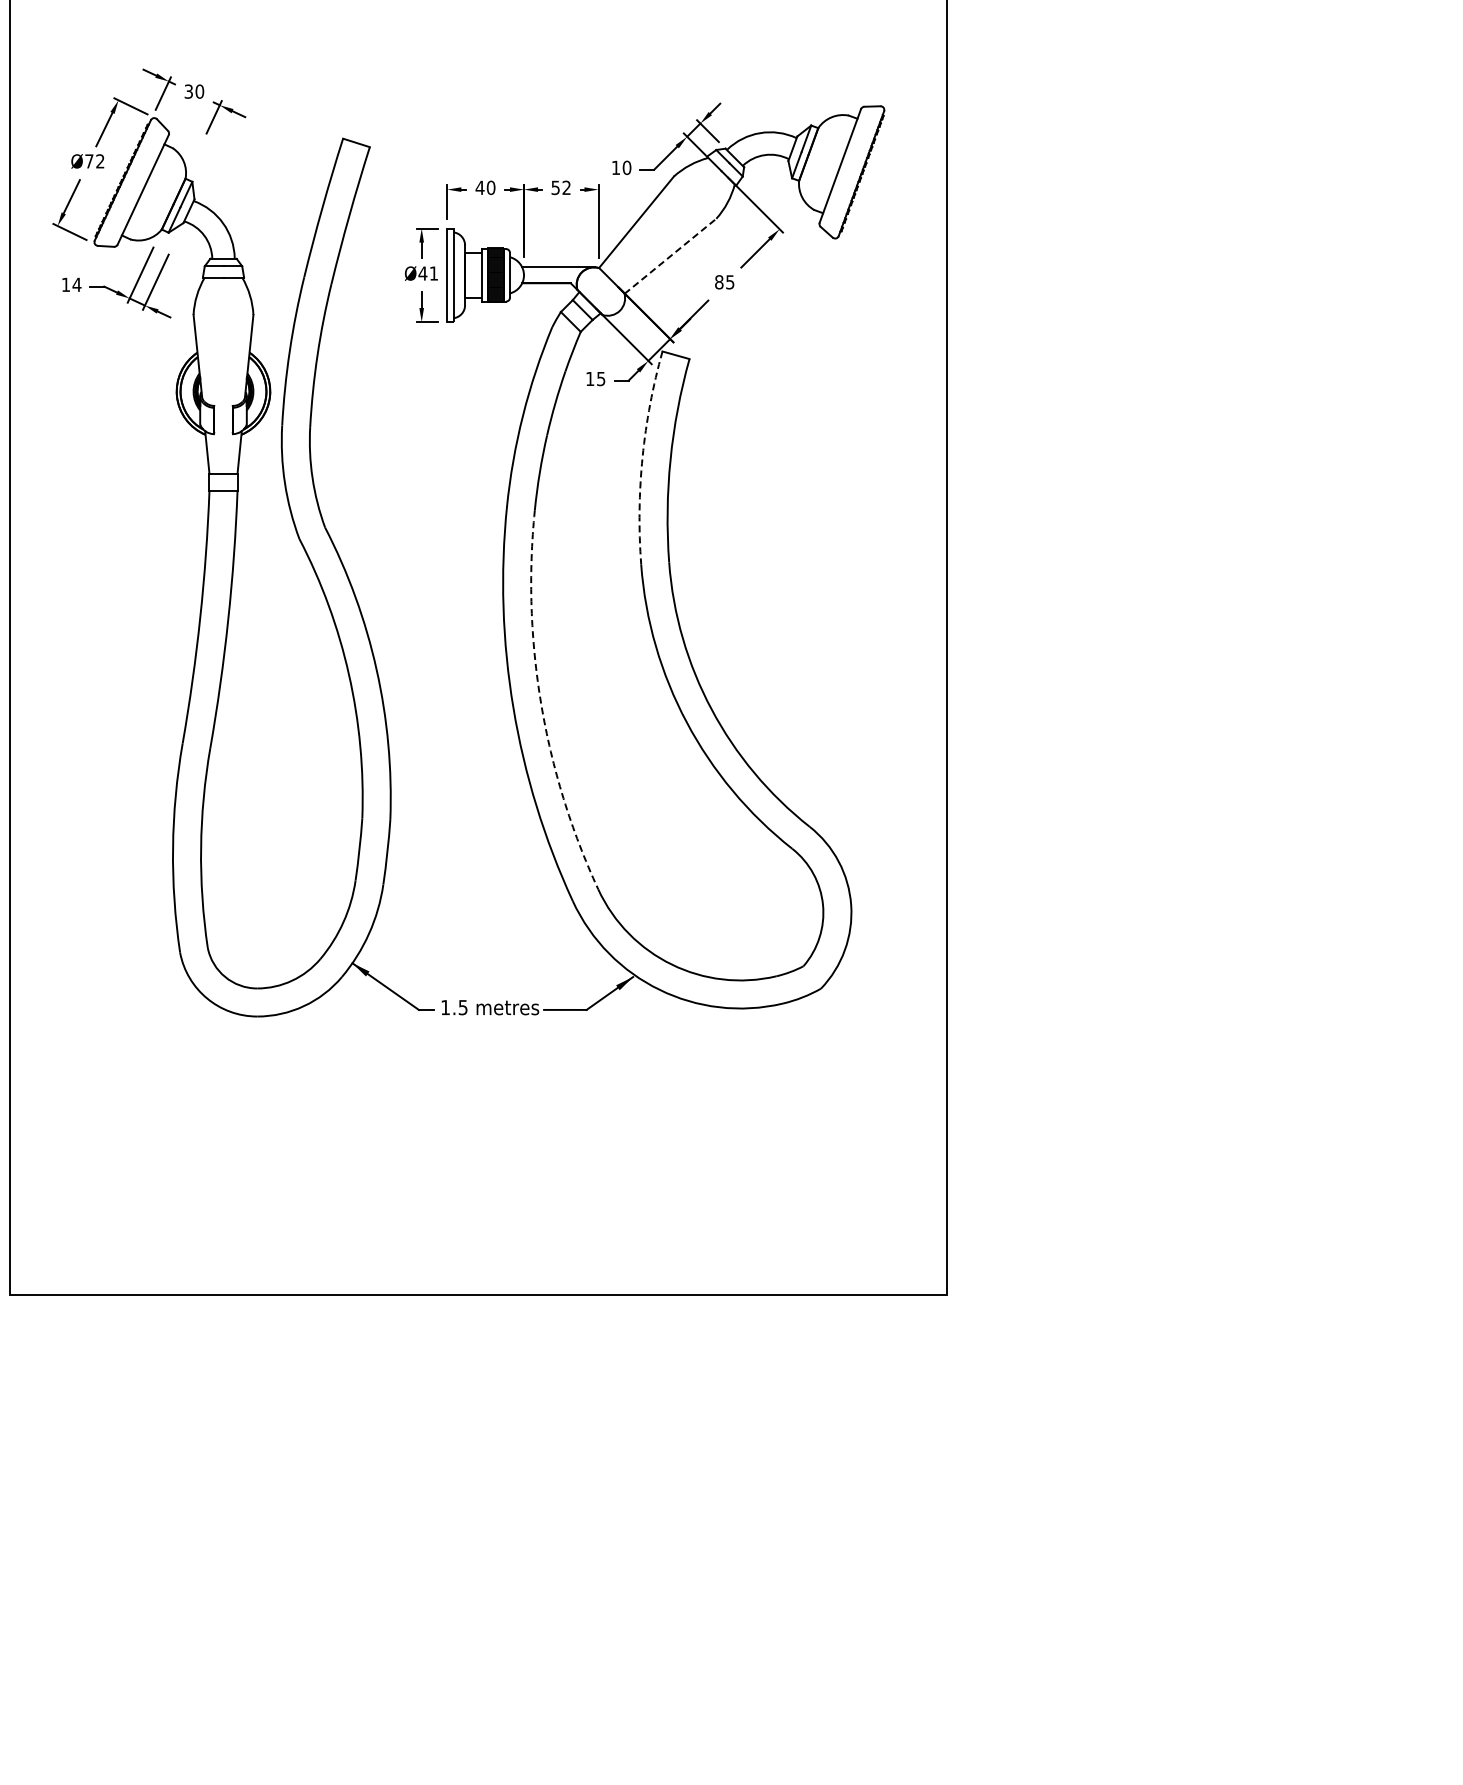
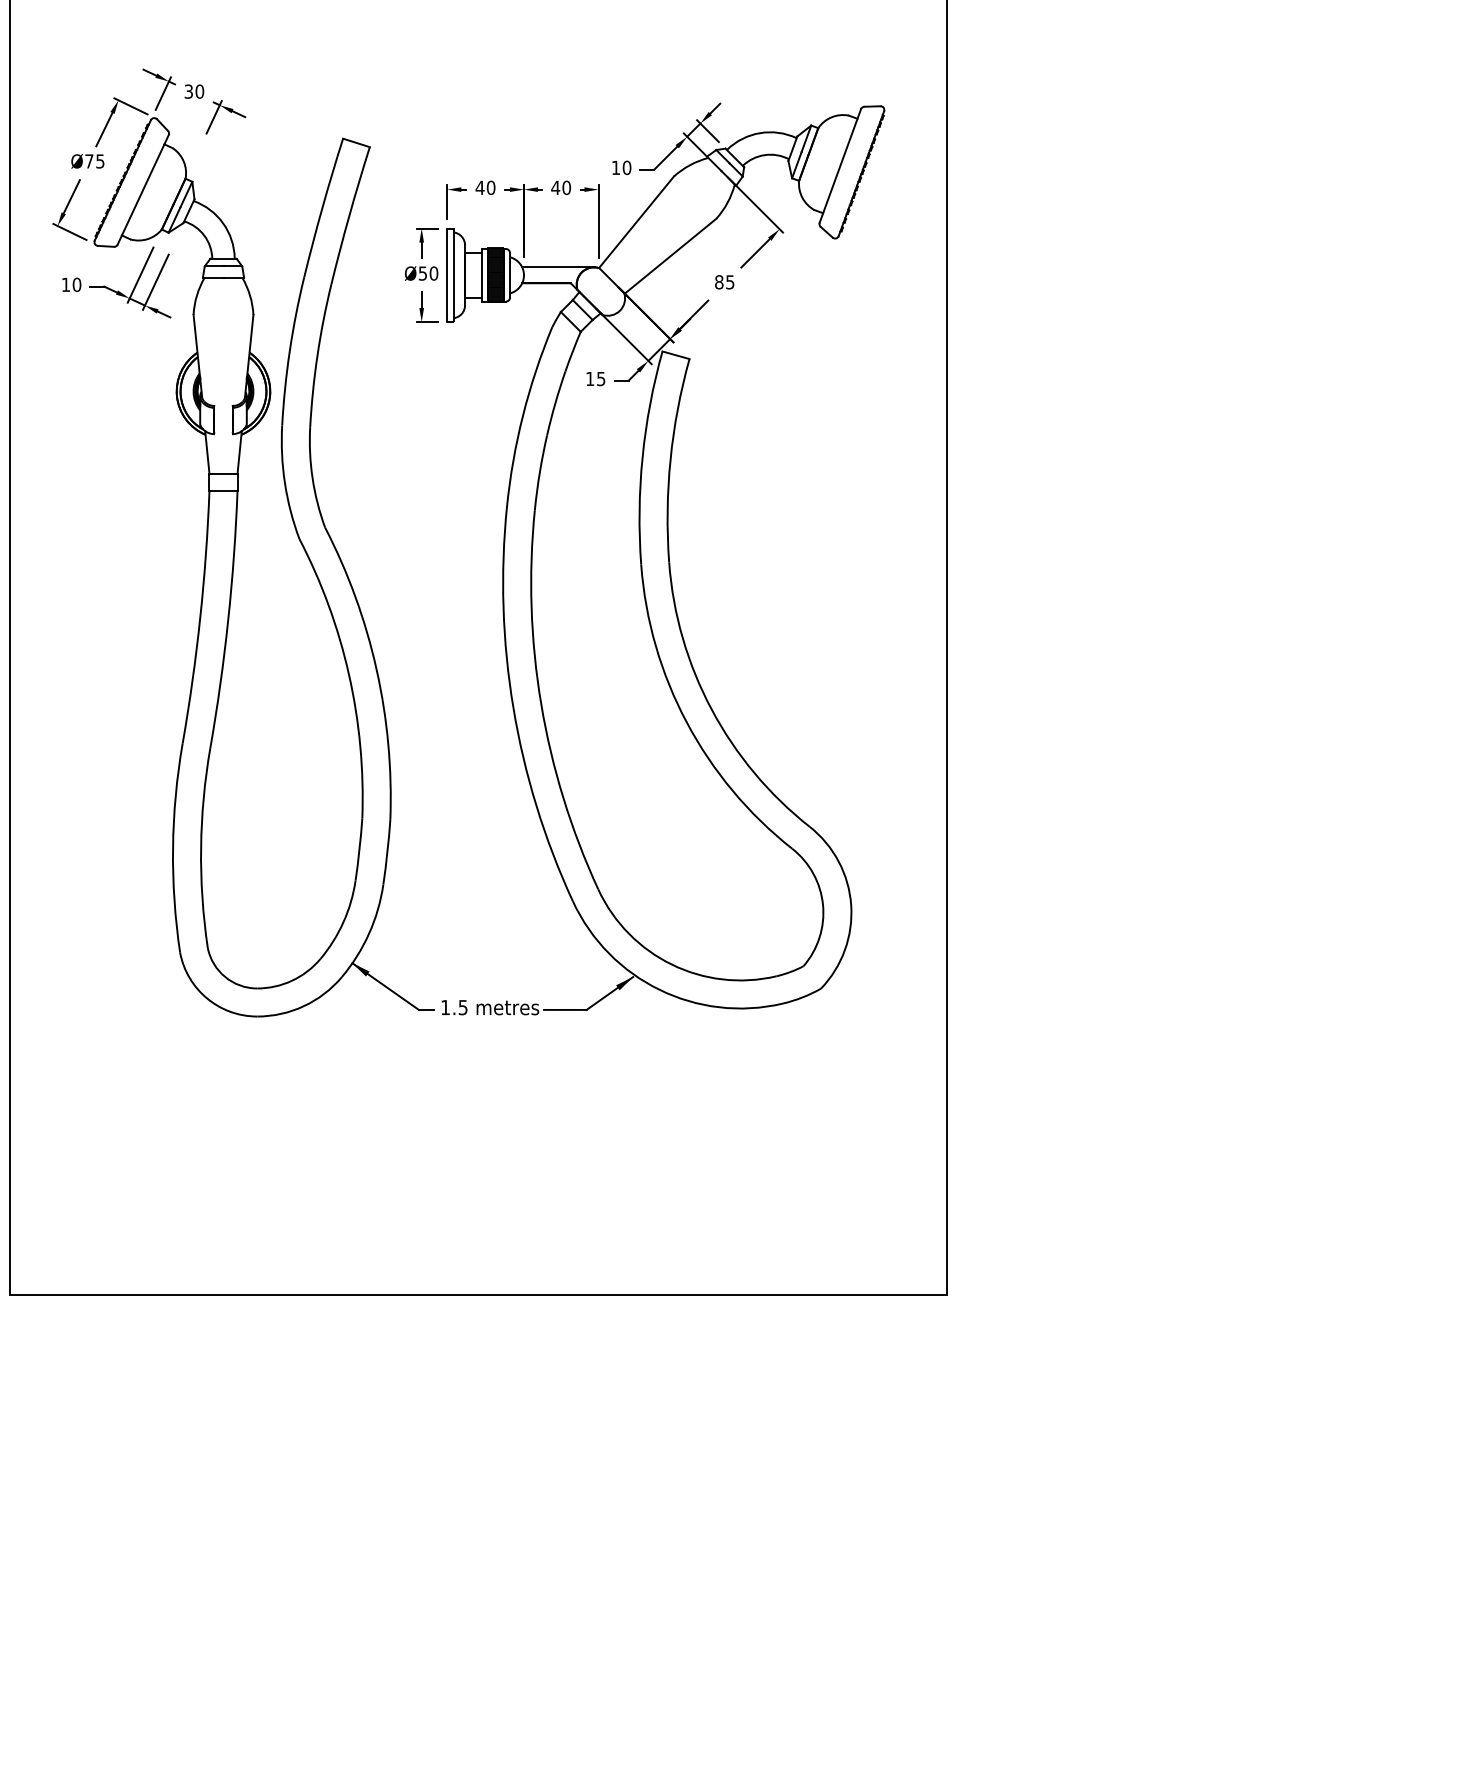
text at (100, 161): Ø72 -> Ø75
text at (561, 187): 52 -> 40
line at (670, 256): dashed -> solid
text at (428, 273): Ø41 -> Ø50
text at (76, 284): 14 -> 10
arc at (642, 457): dashed -> solid
arc at (541, 704): dashed -> solid
